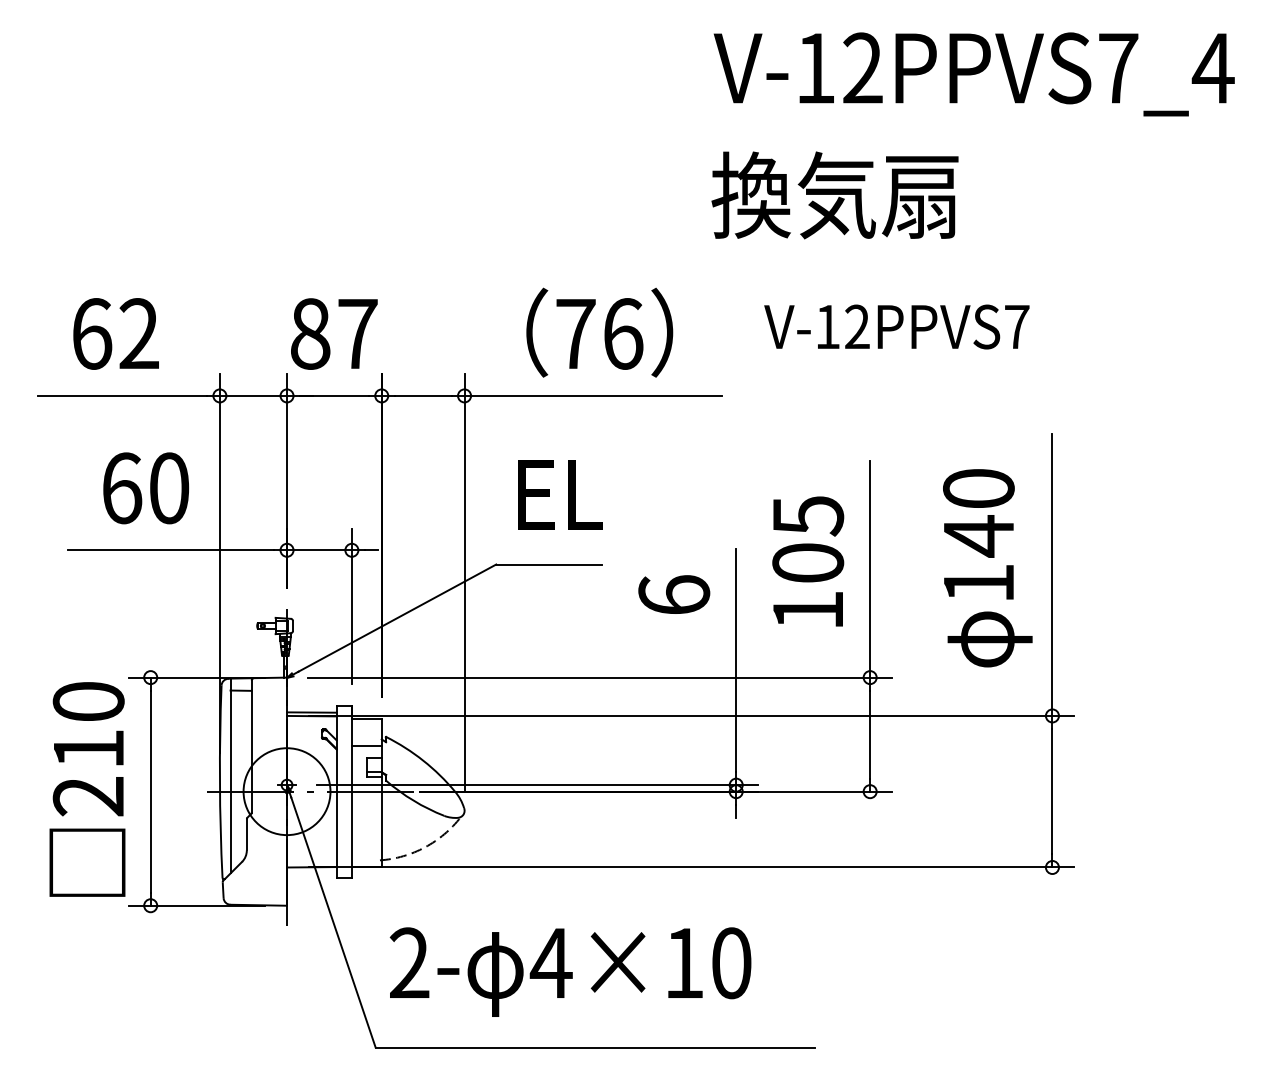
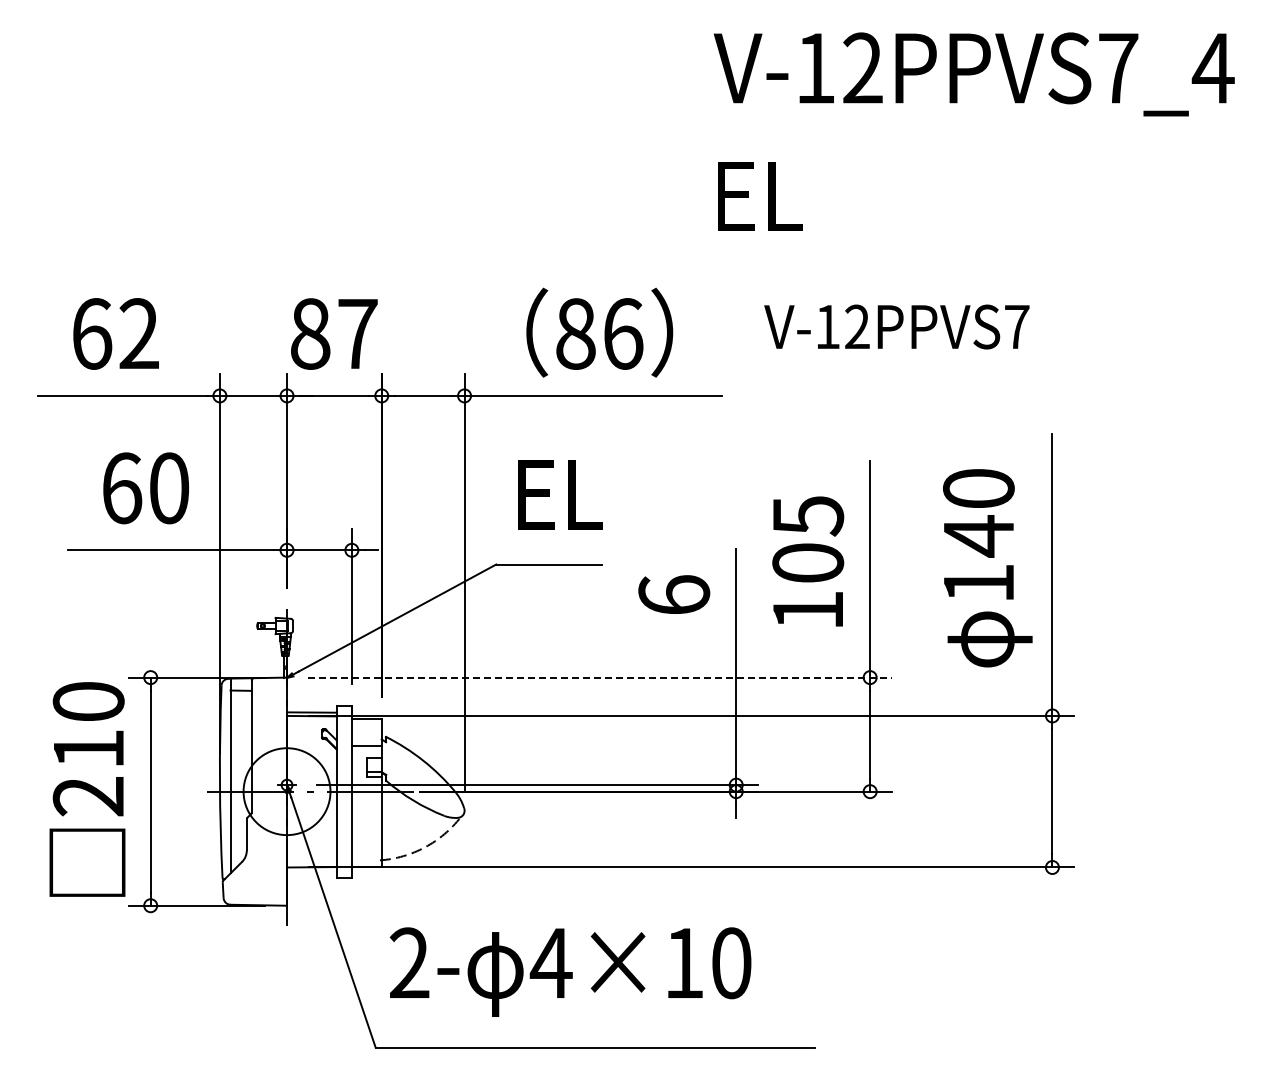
text at (834, 195): 換気扇 -> EL
text at (575, 333): 76 -> 86
line at (600, 677): solid -> dashed
